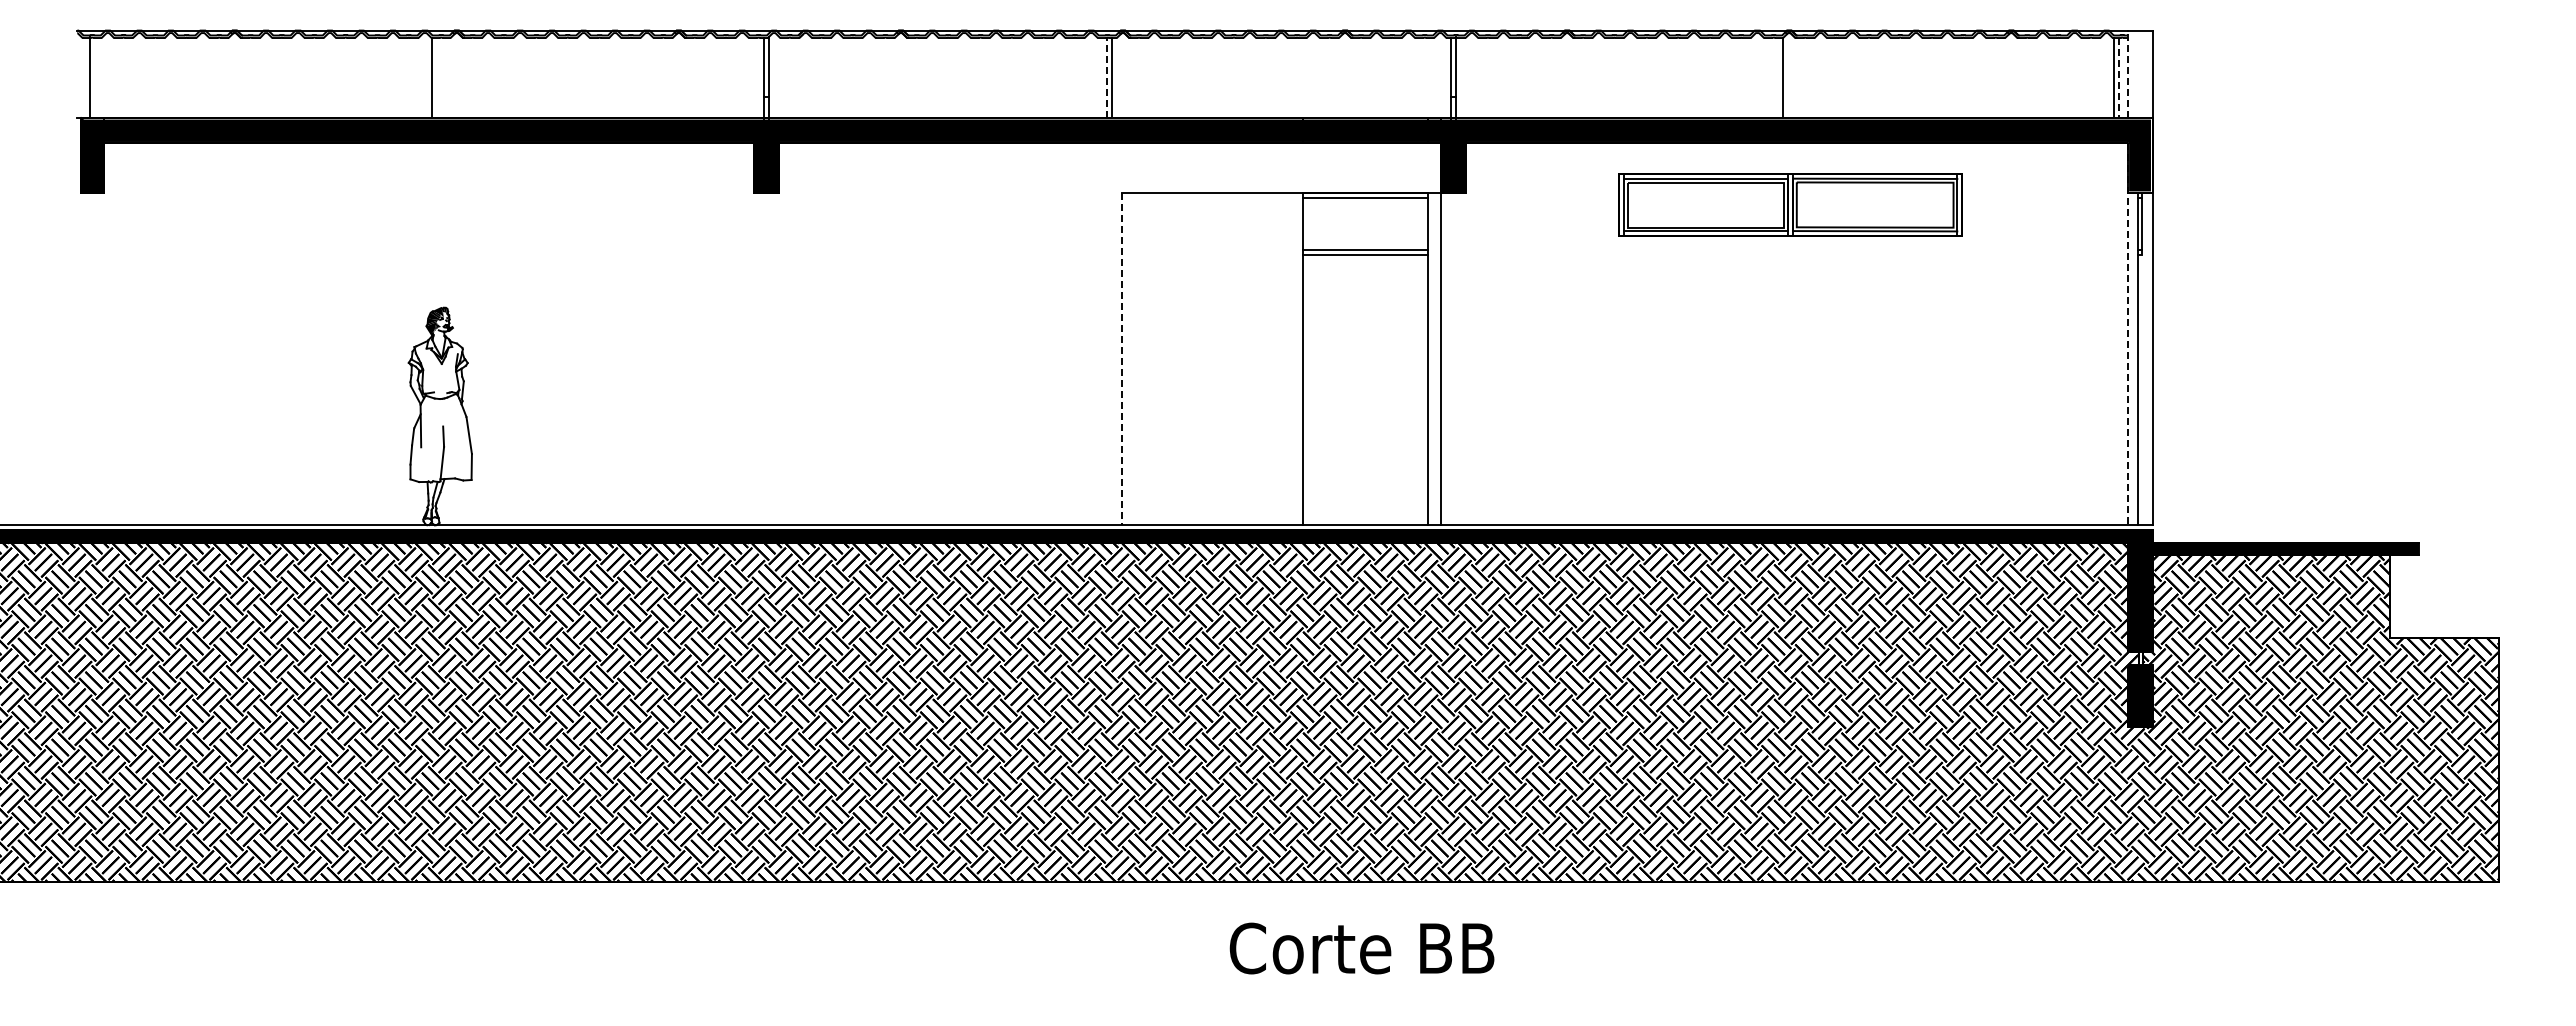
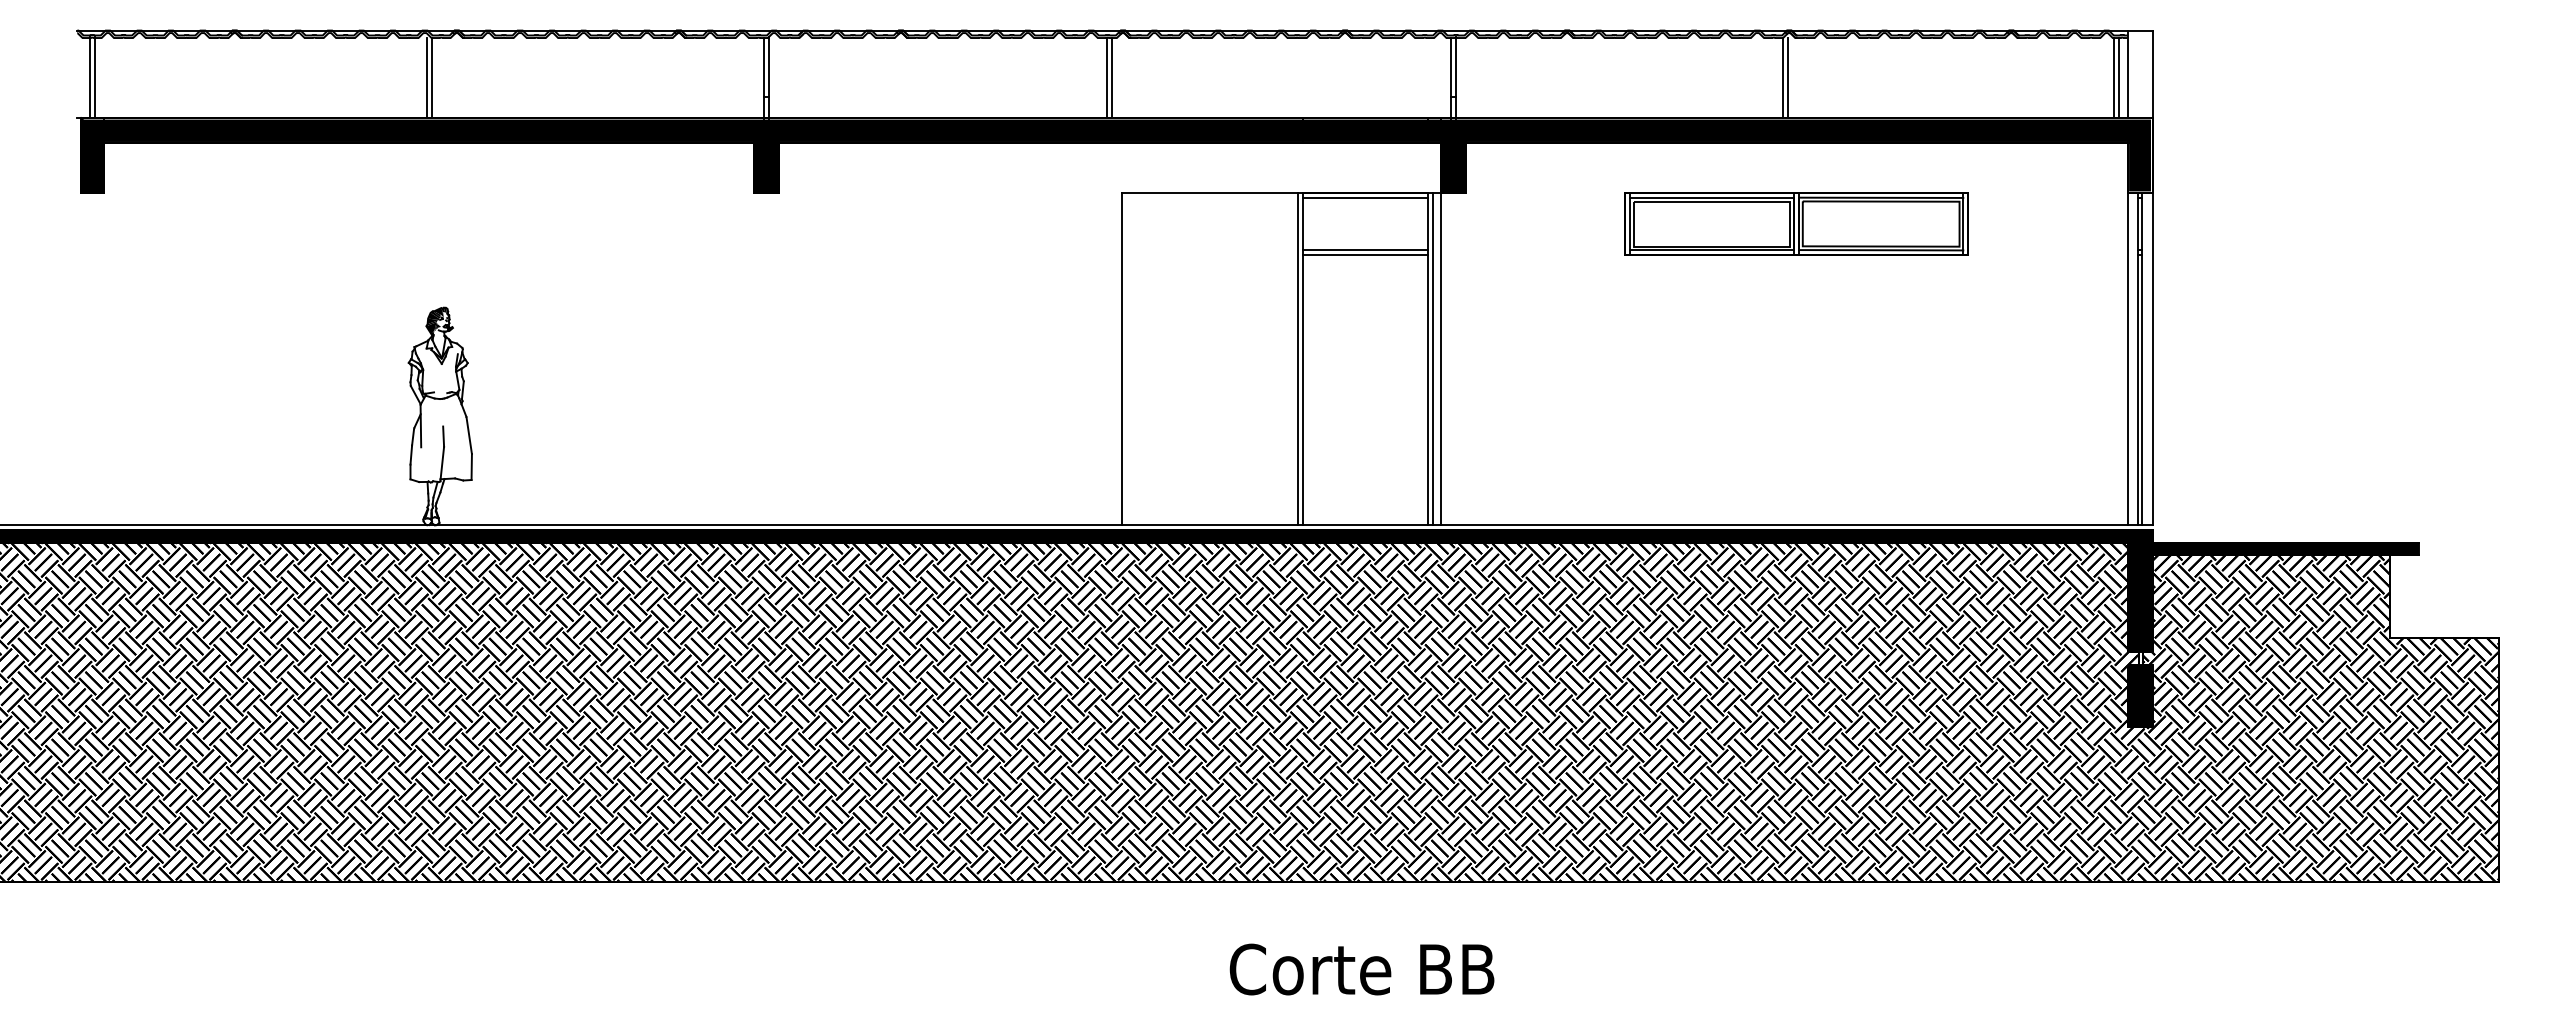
line at (2127, 74): dashed -> solid
line at (95, 77): none -> present
line at (1107, 77): dashed -> solid
line at (426, 78): none -> present
line at (1787, 78): none -> present
line at (2119, 78): dashed -> solid
part at (1790, 204) position: (1790, 204) -> (1796, 223)
line at (2127, 334): dashed -> solid
line at (1298, 358): none -> present
line at (1433, 358): none -> present
line at (1122, 359): dashed -> solid
line at (2141, 390): none -> present
text at (1361, 948) position: (1361, 948) -> (1361, 969)
